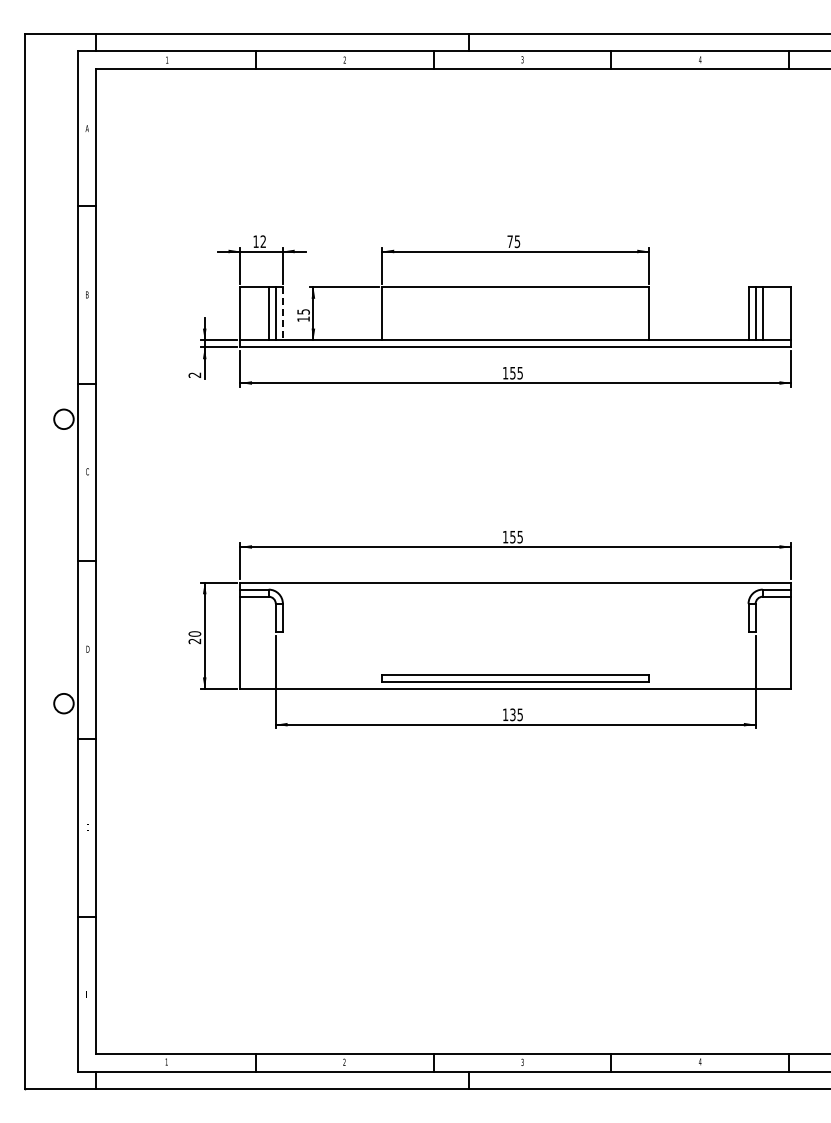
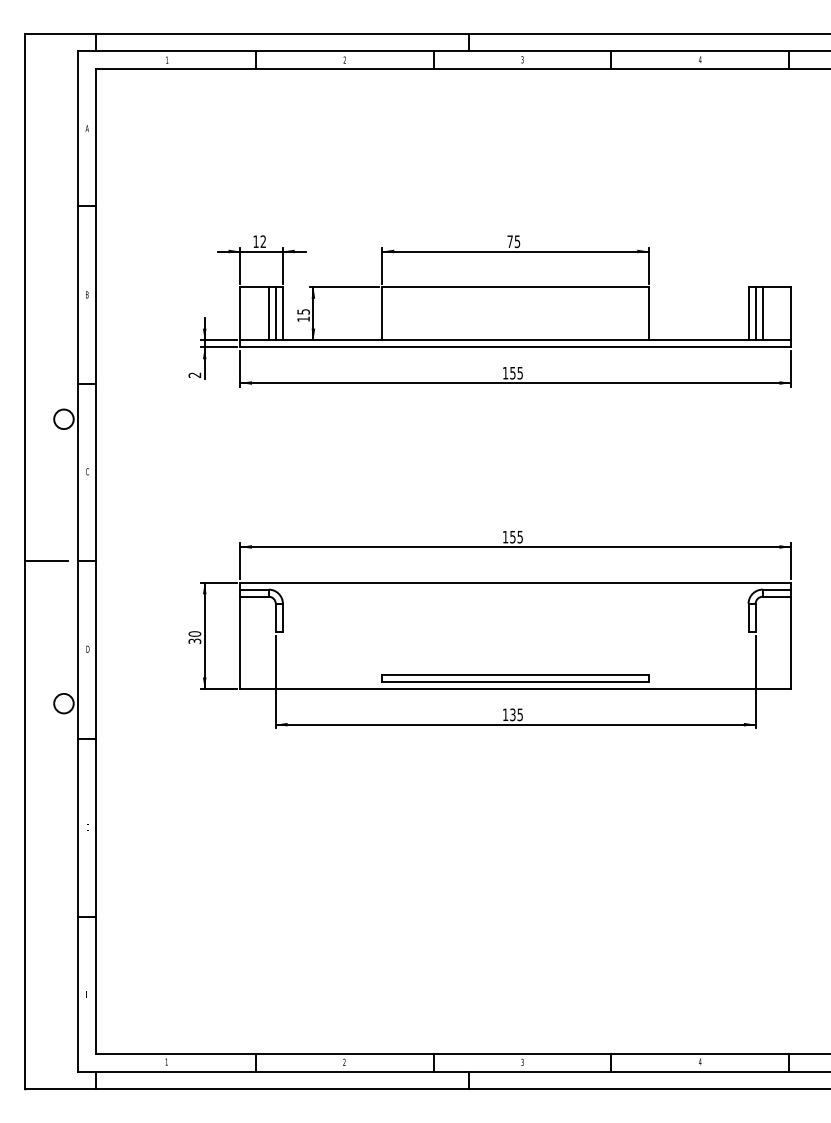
line at (282, 313): dashed -> solid
line at (45, 561): none -> present
text at (195, 641): 20 -> 30
